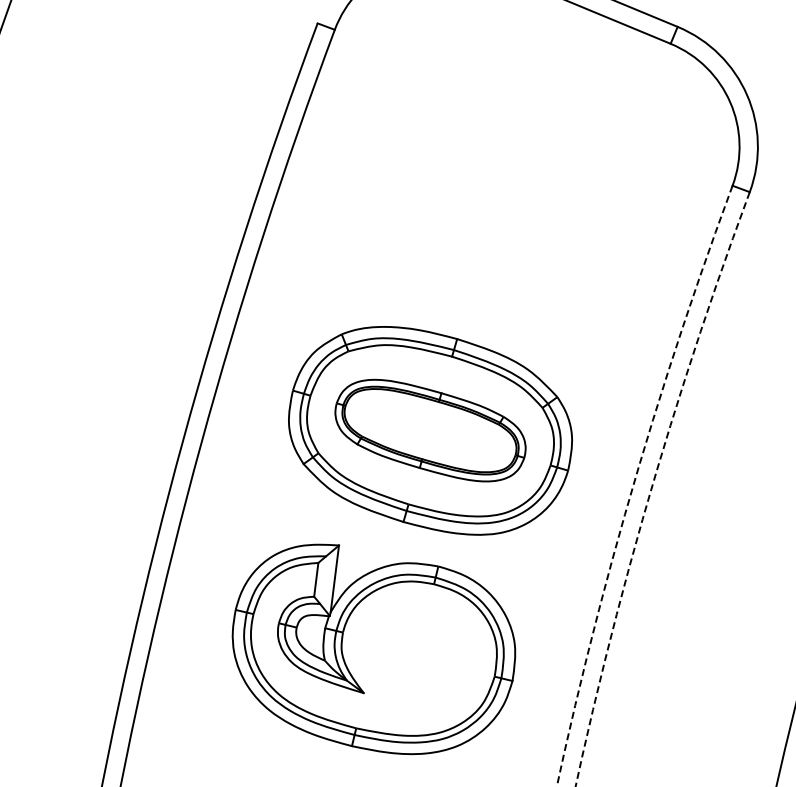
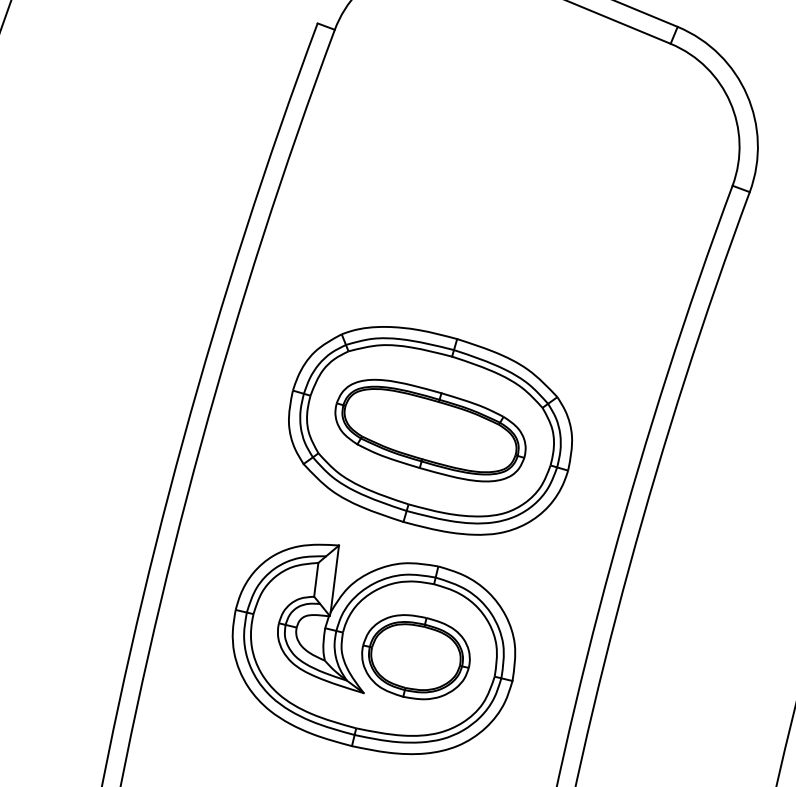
arc at (633, 484): dashed -> solid
arc at (652, 485): dashed -> solid
part at (415, 657): none -> present
